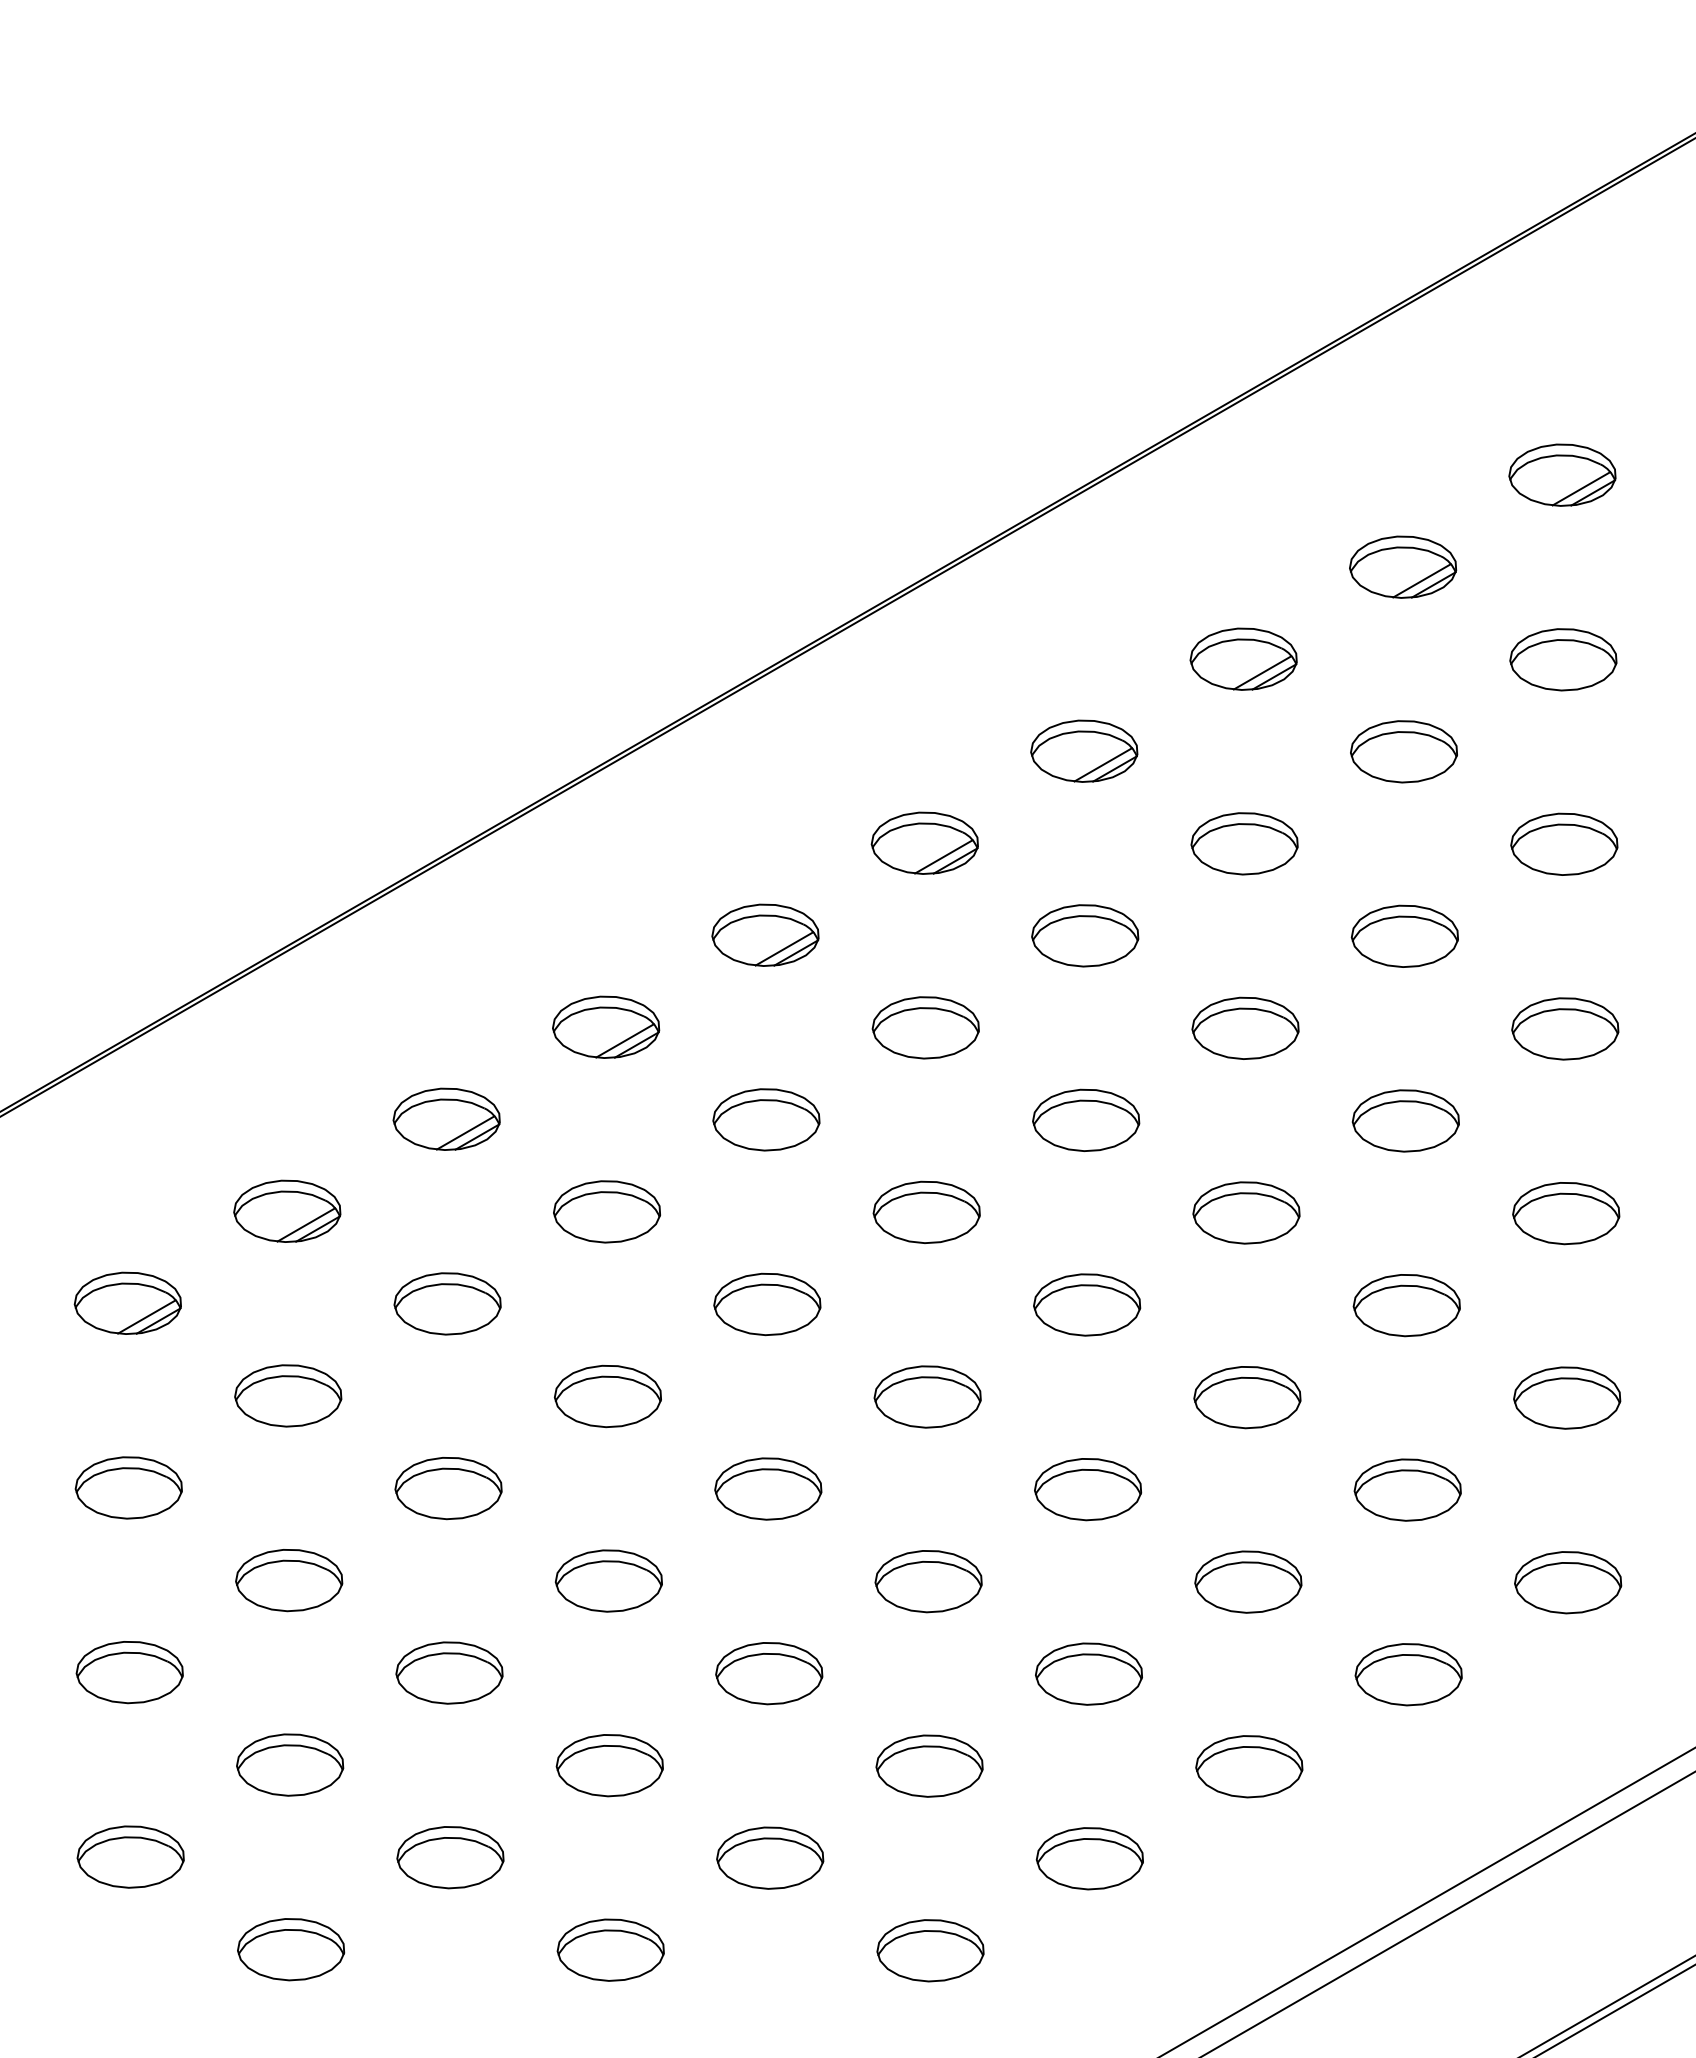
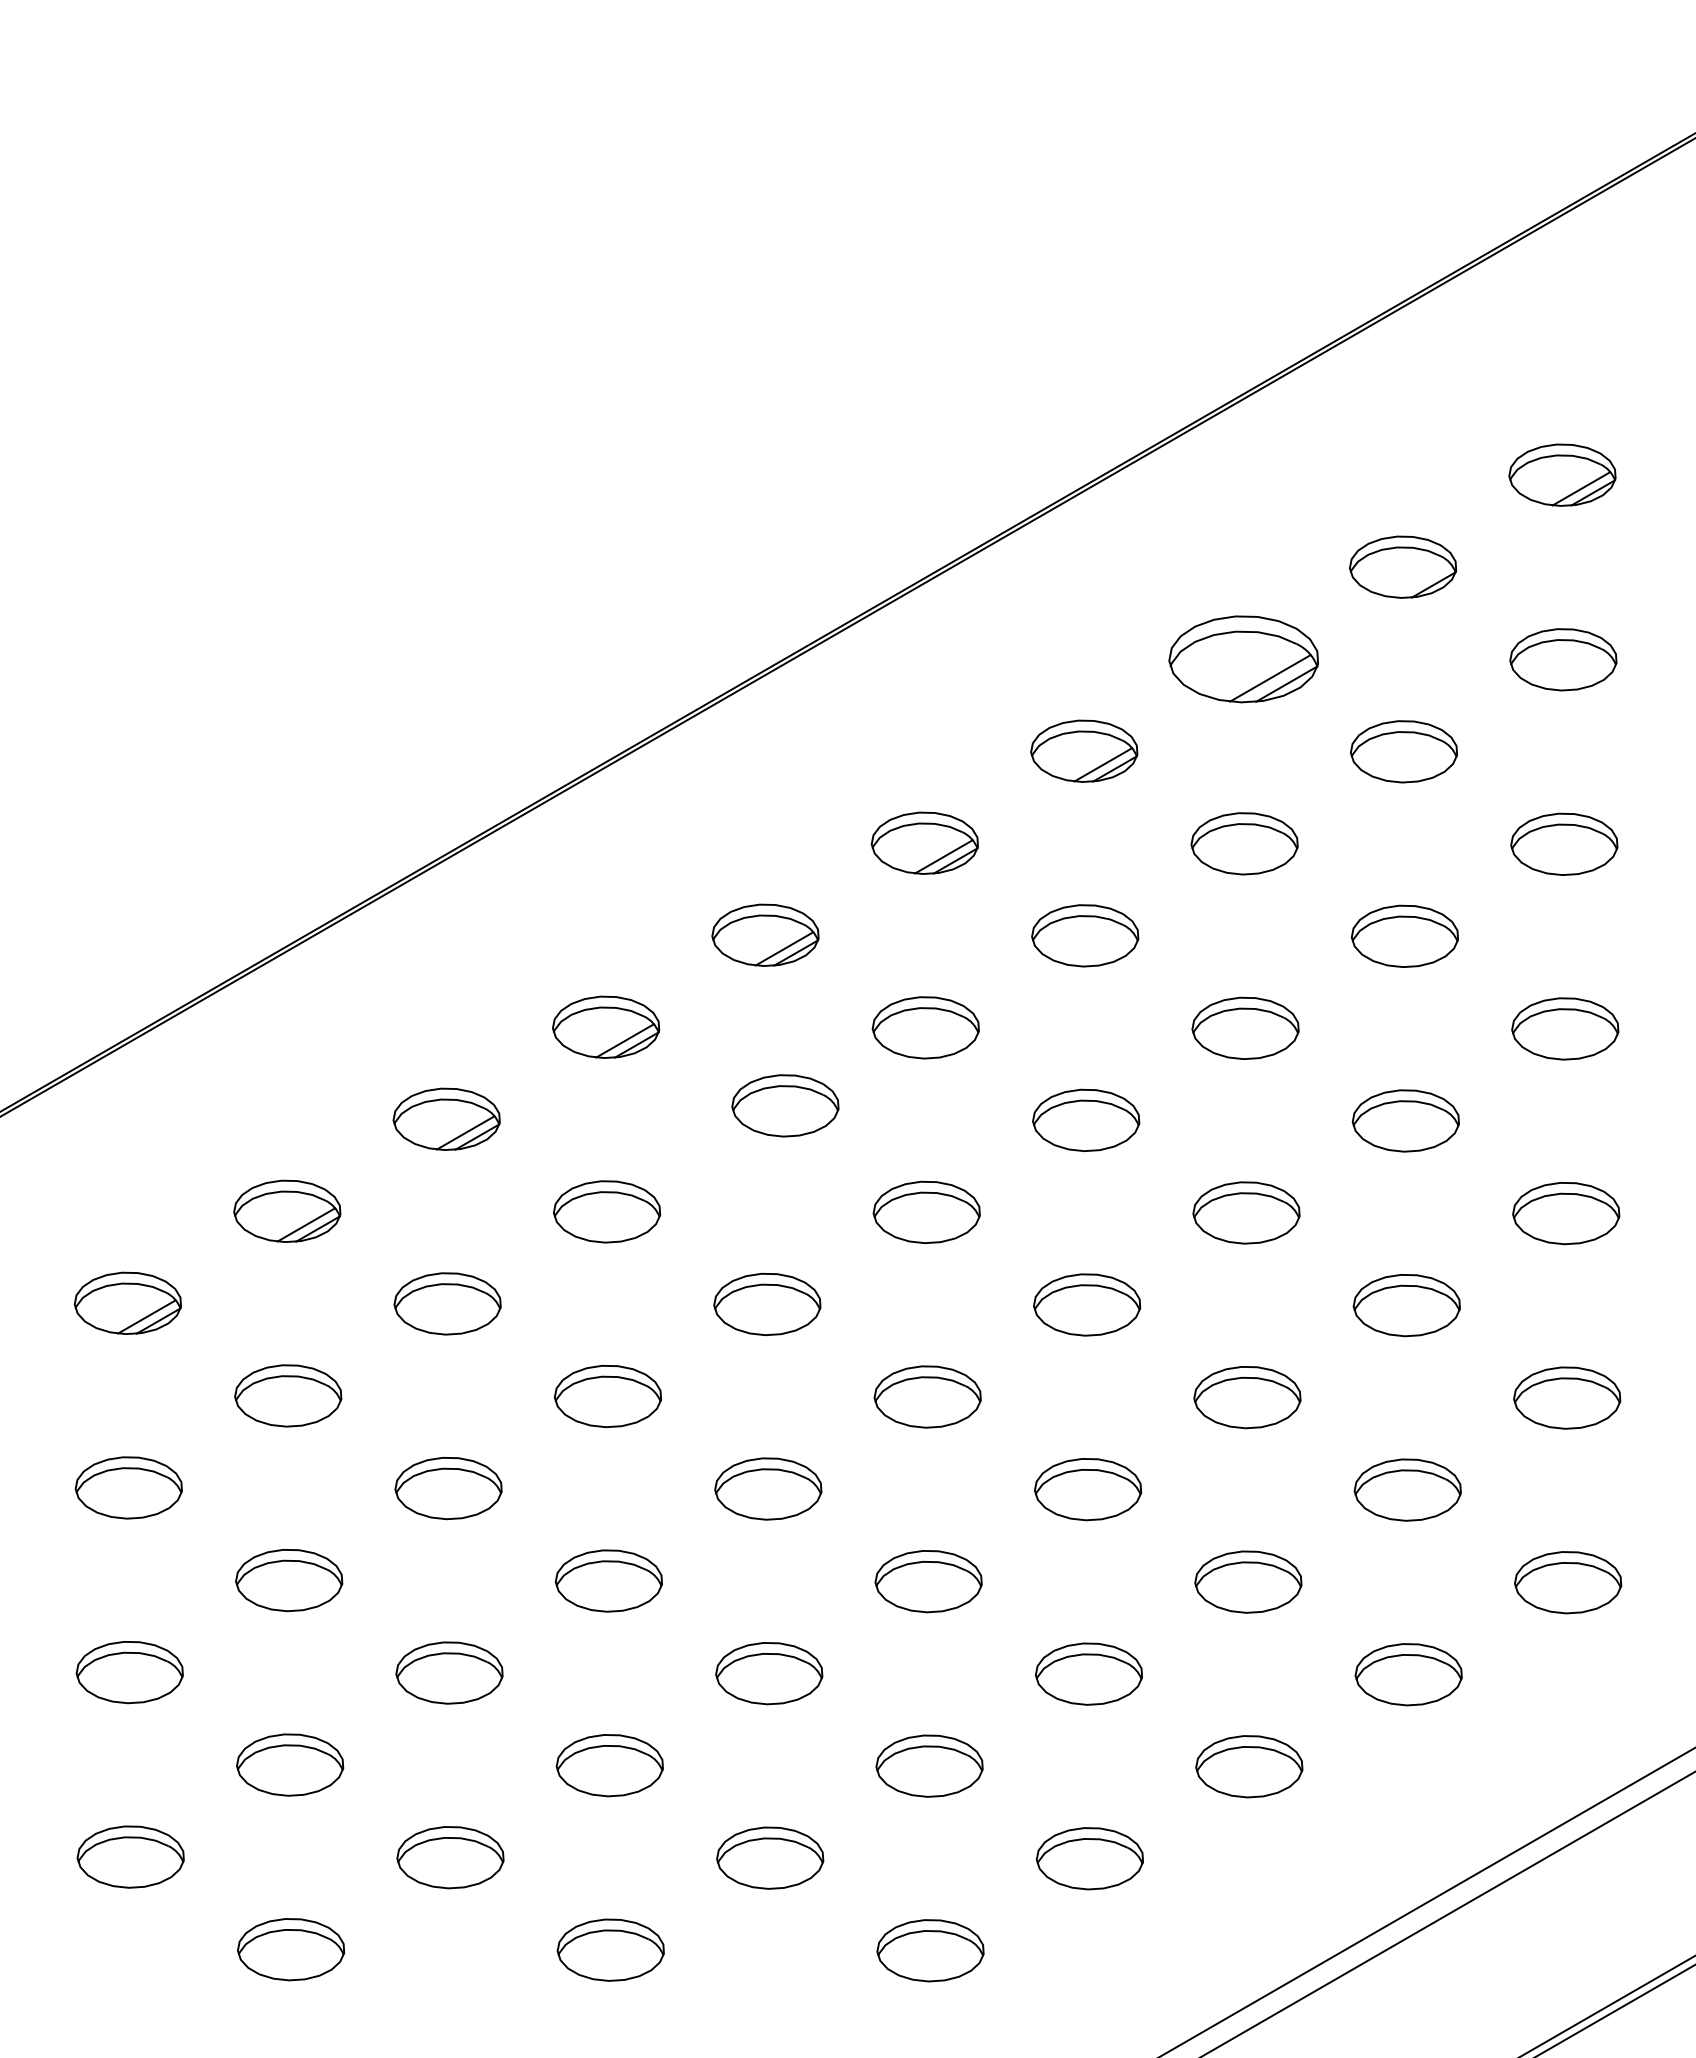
line at (1421, 580): present -> none
part at (1243, 658) size: 109x64 px -> 151x89 px
part at (766, 1119) position: (766, 1119) -> (785, 1105)
